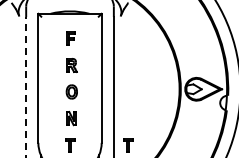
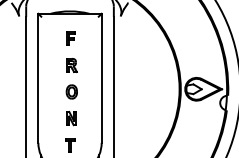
line at (26, 86): dashed -> solid
part at (128, 145): present -> none
